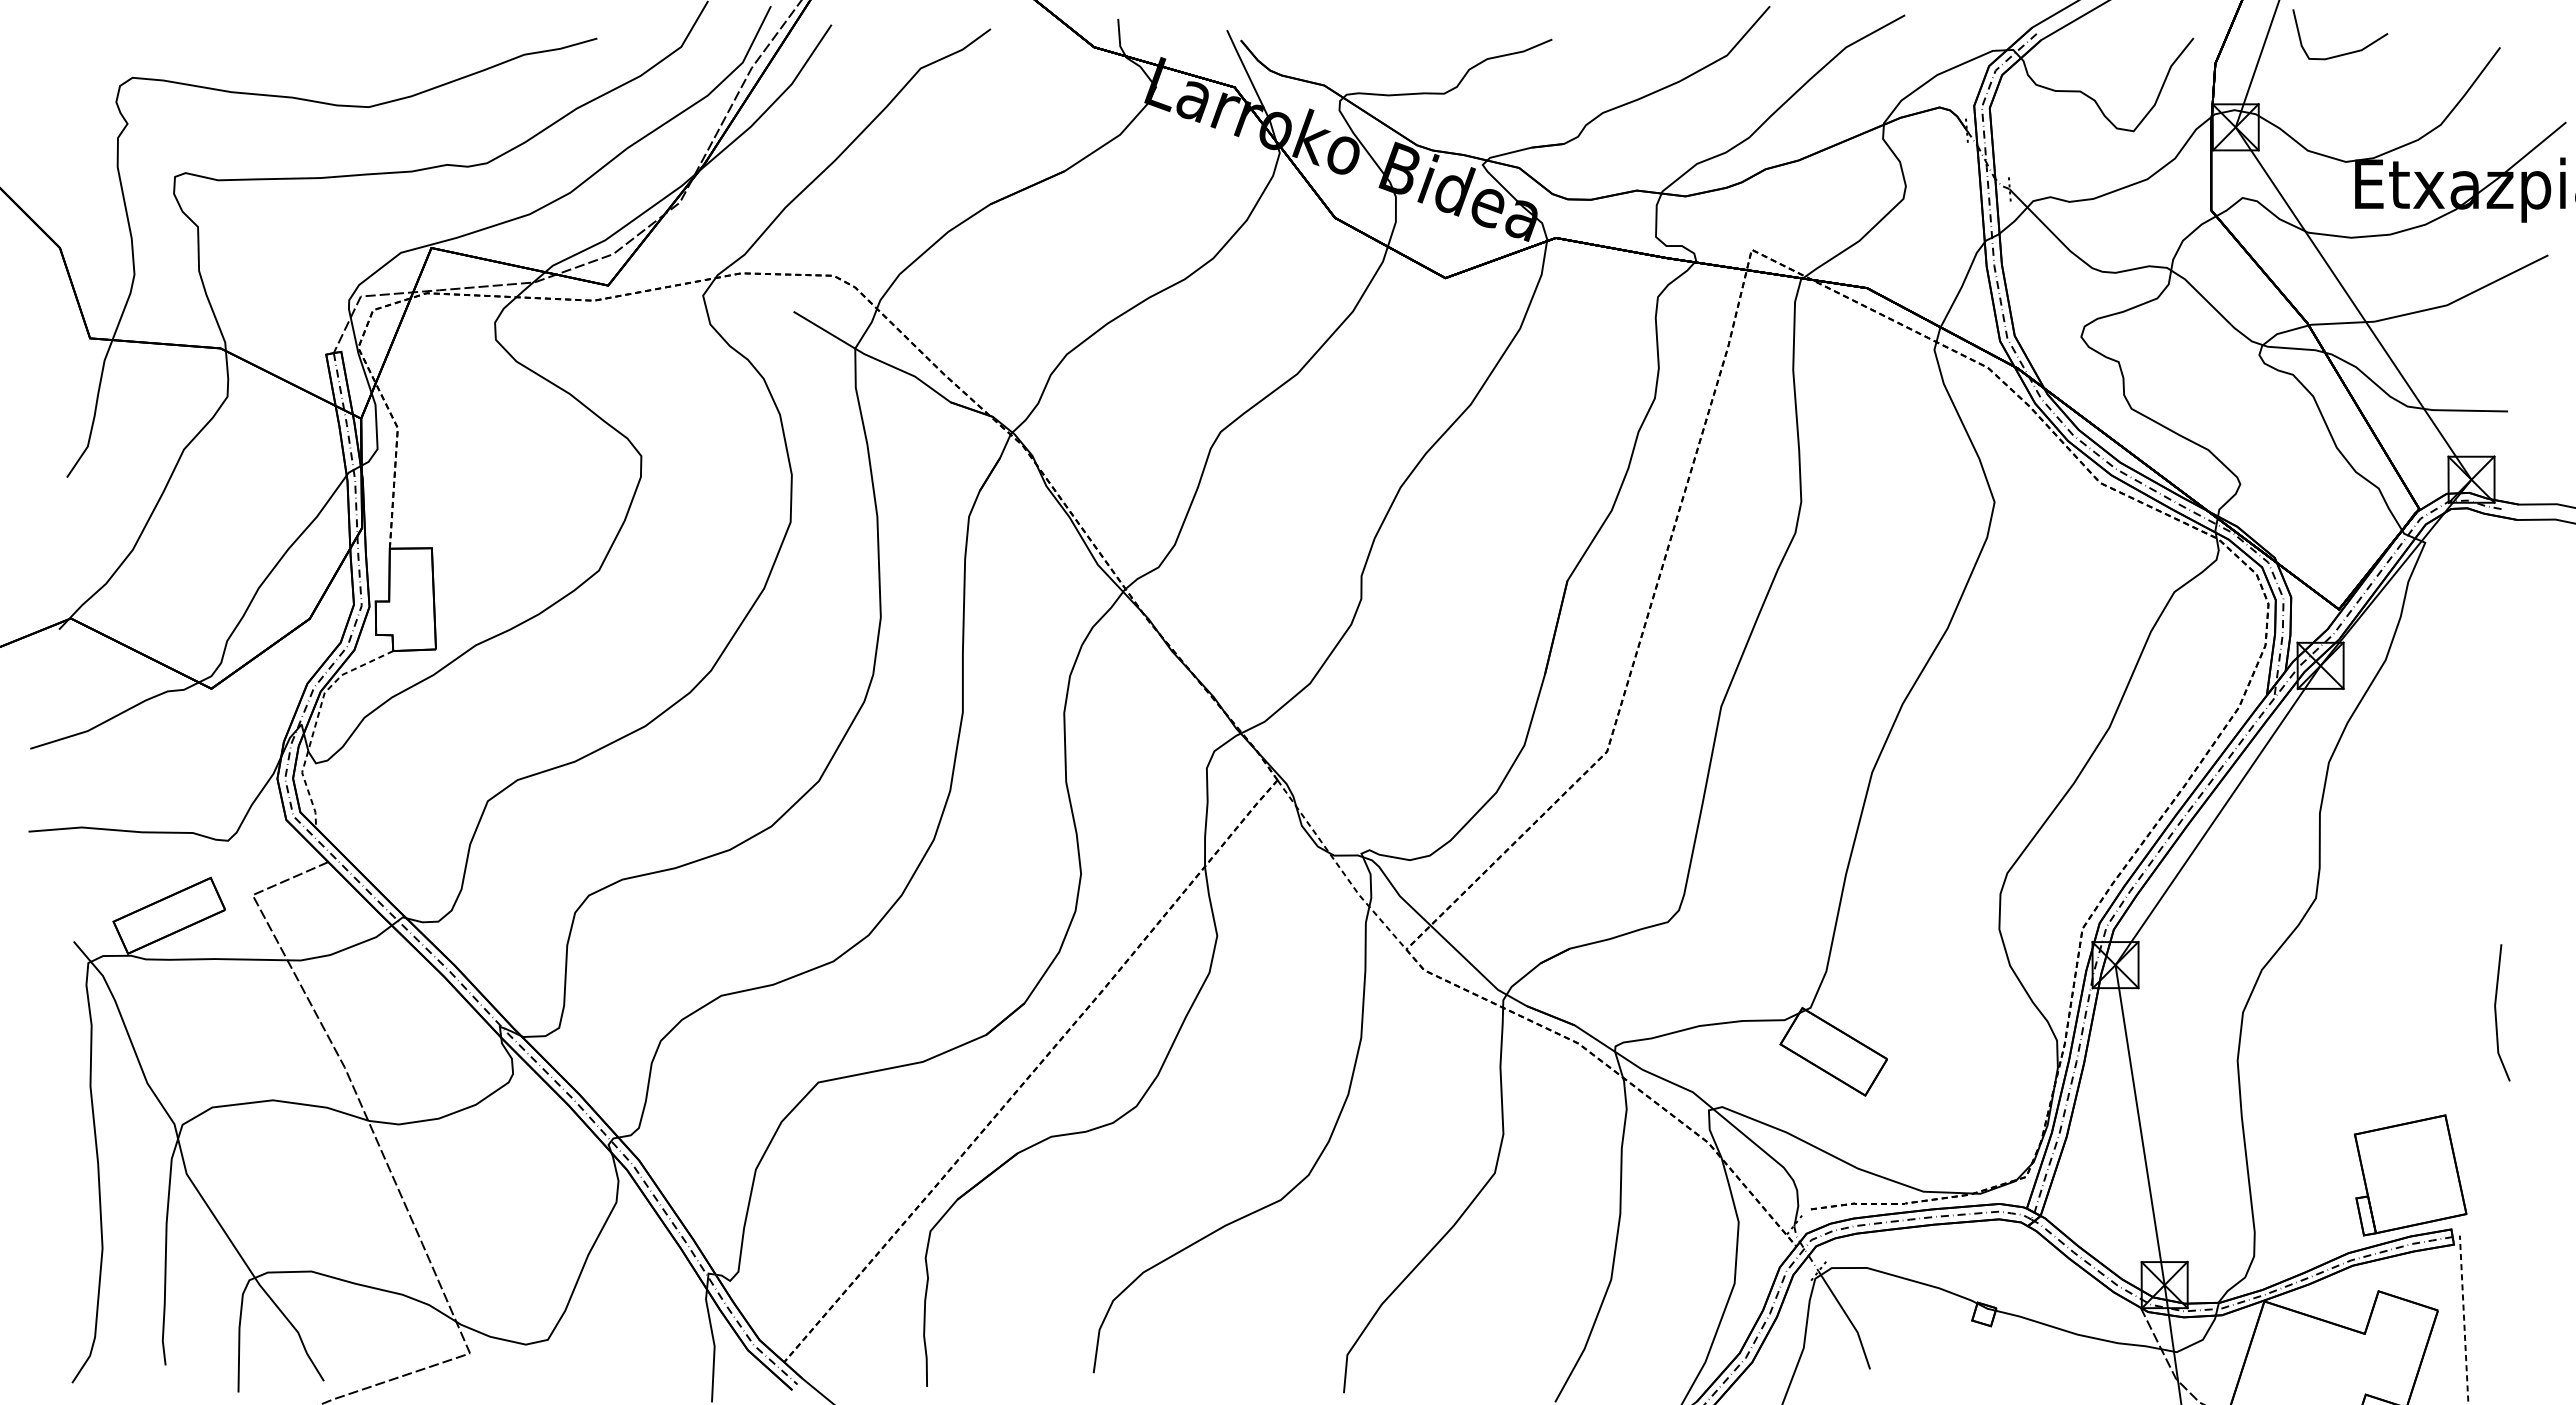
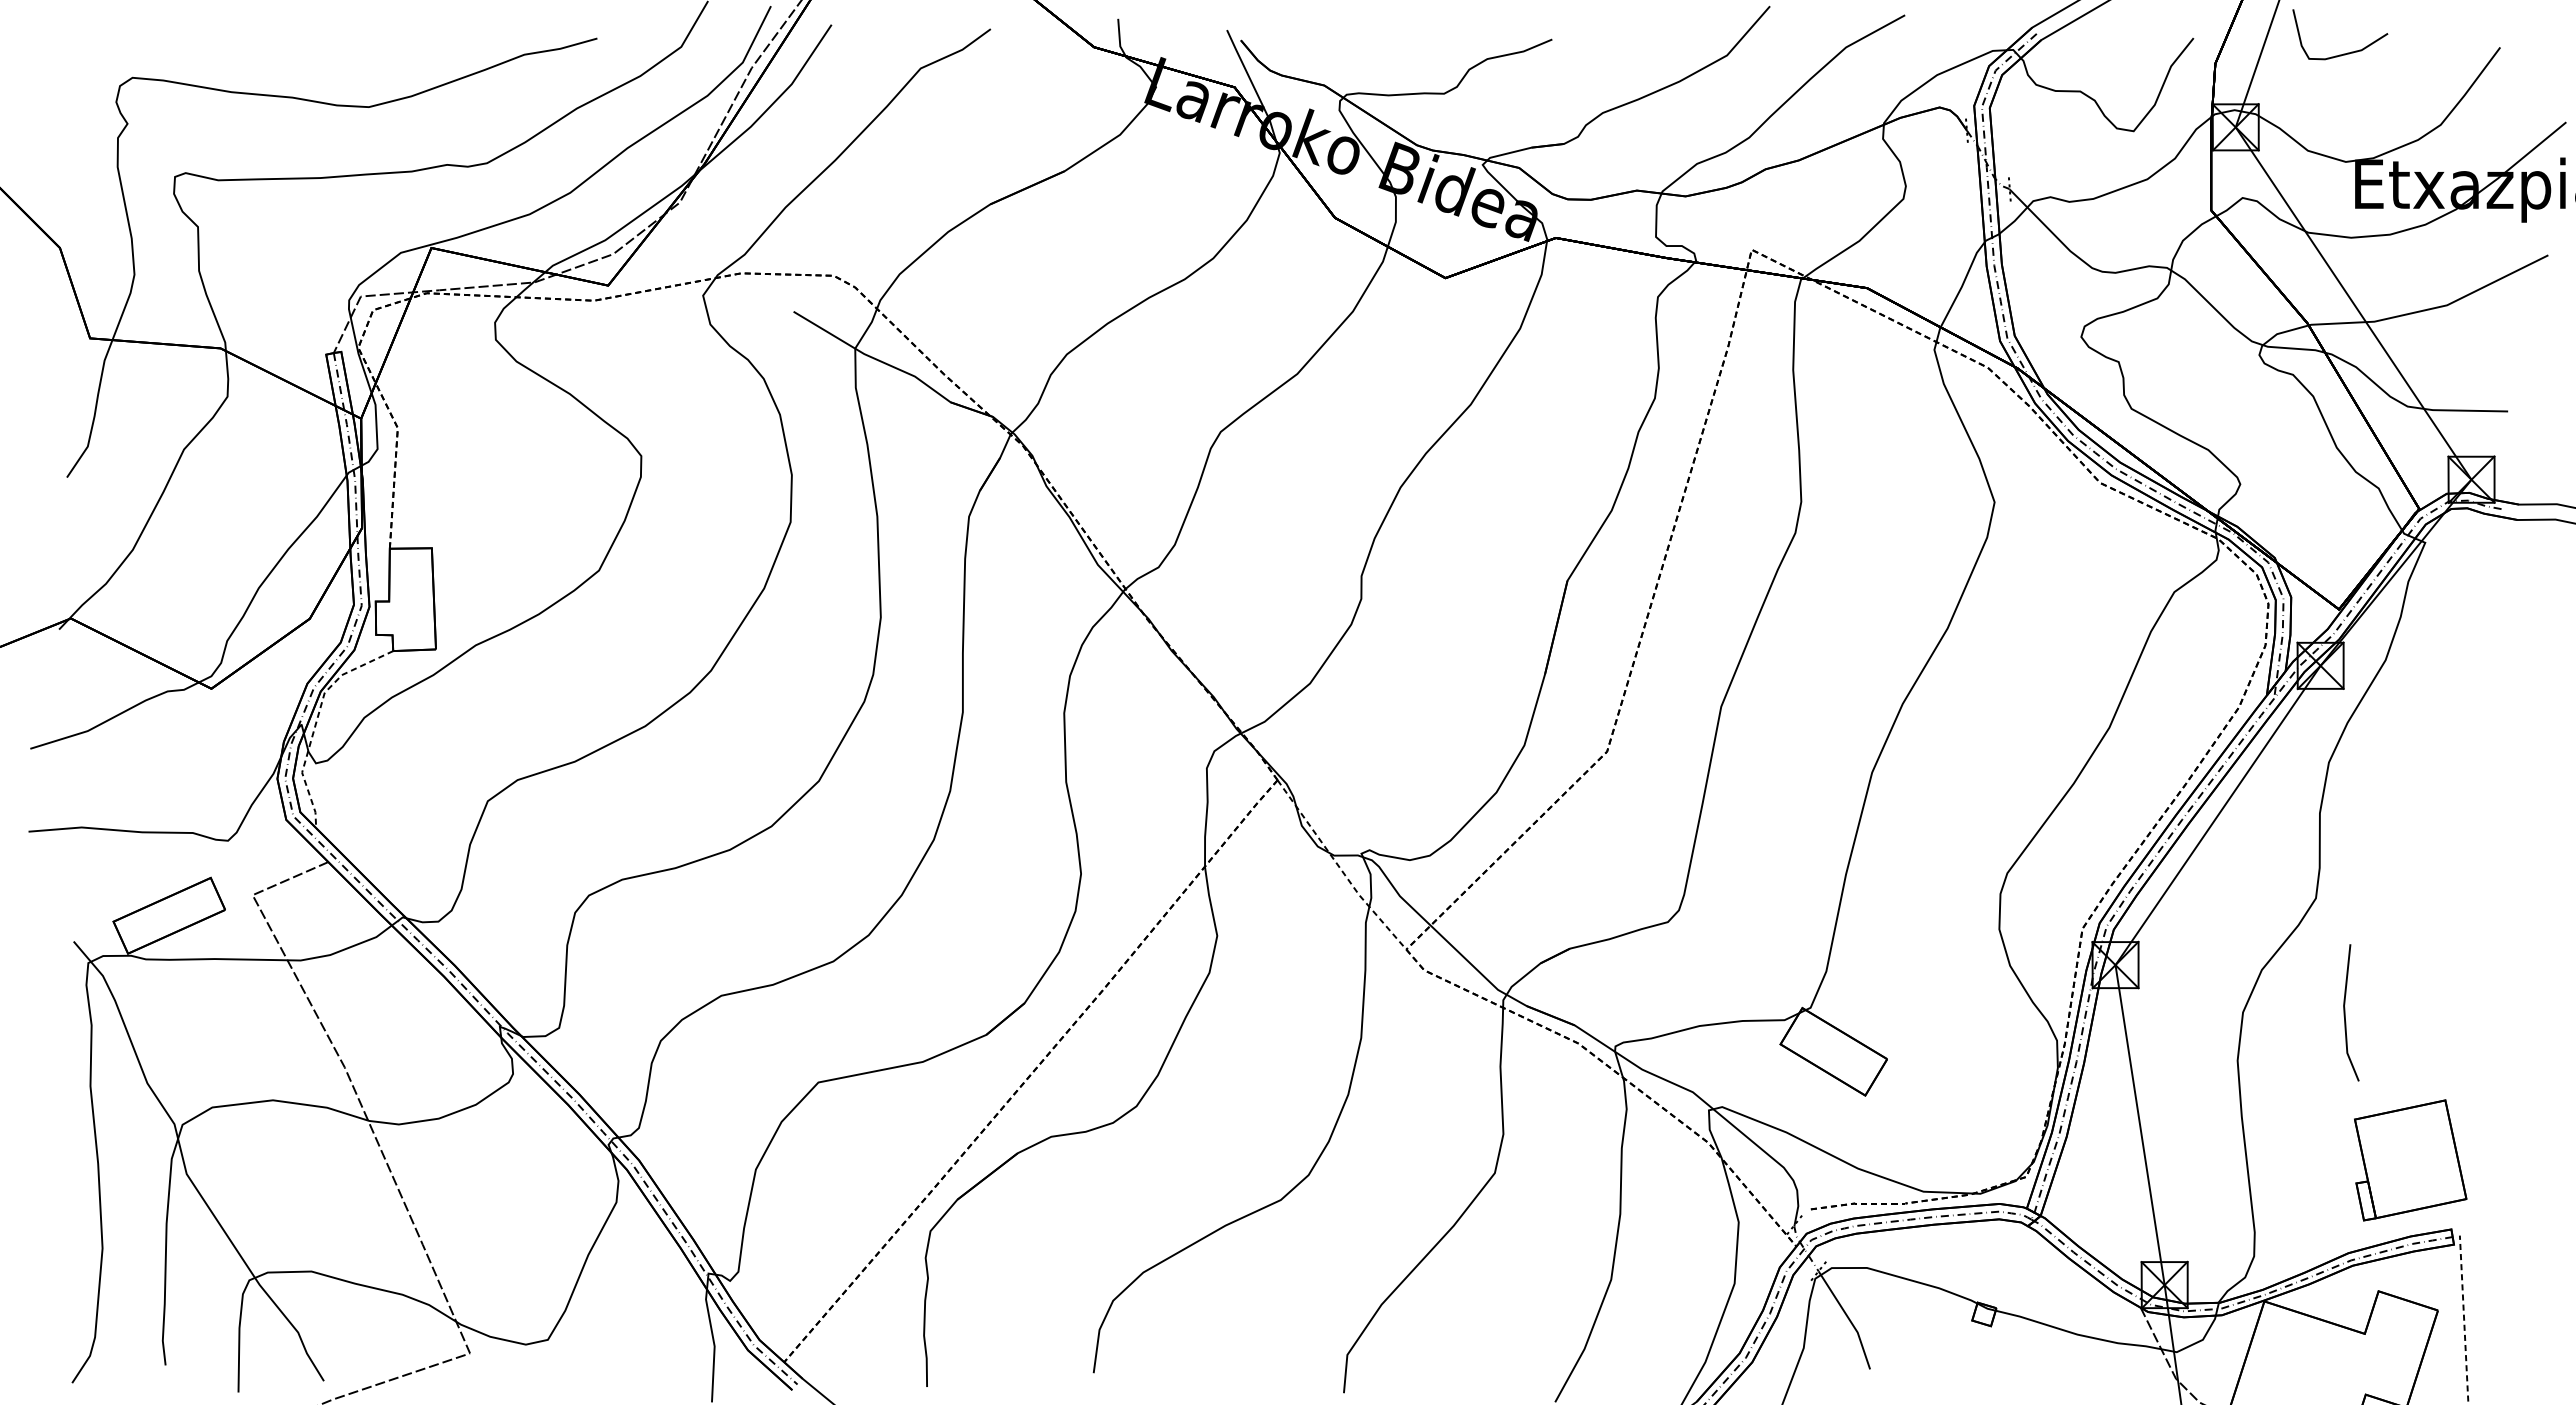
line at (2496, 1012) position: (2496, 1012) -> (2345, 1012)
part at (2410, 1175) position: (2410, 1175) -> (2410, 1160)
